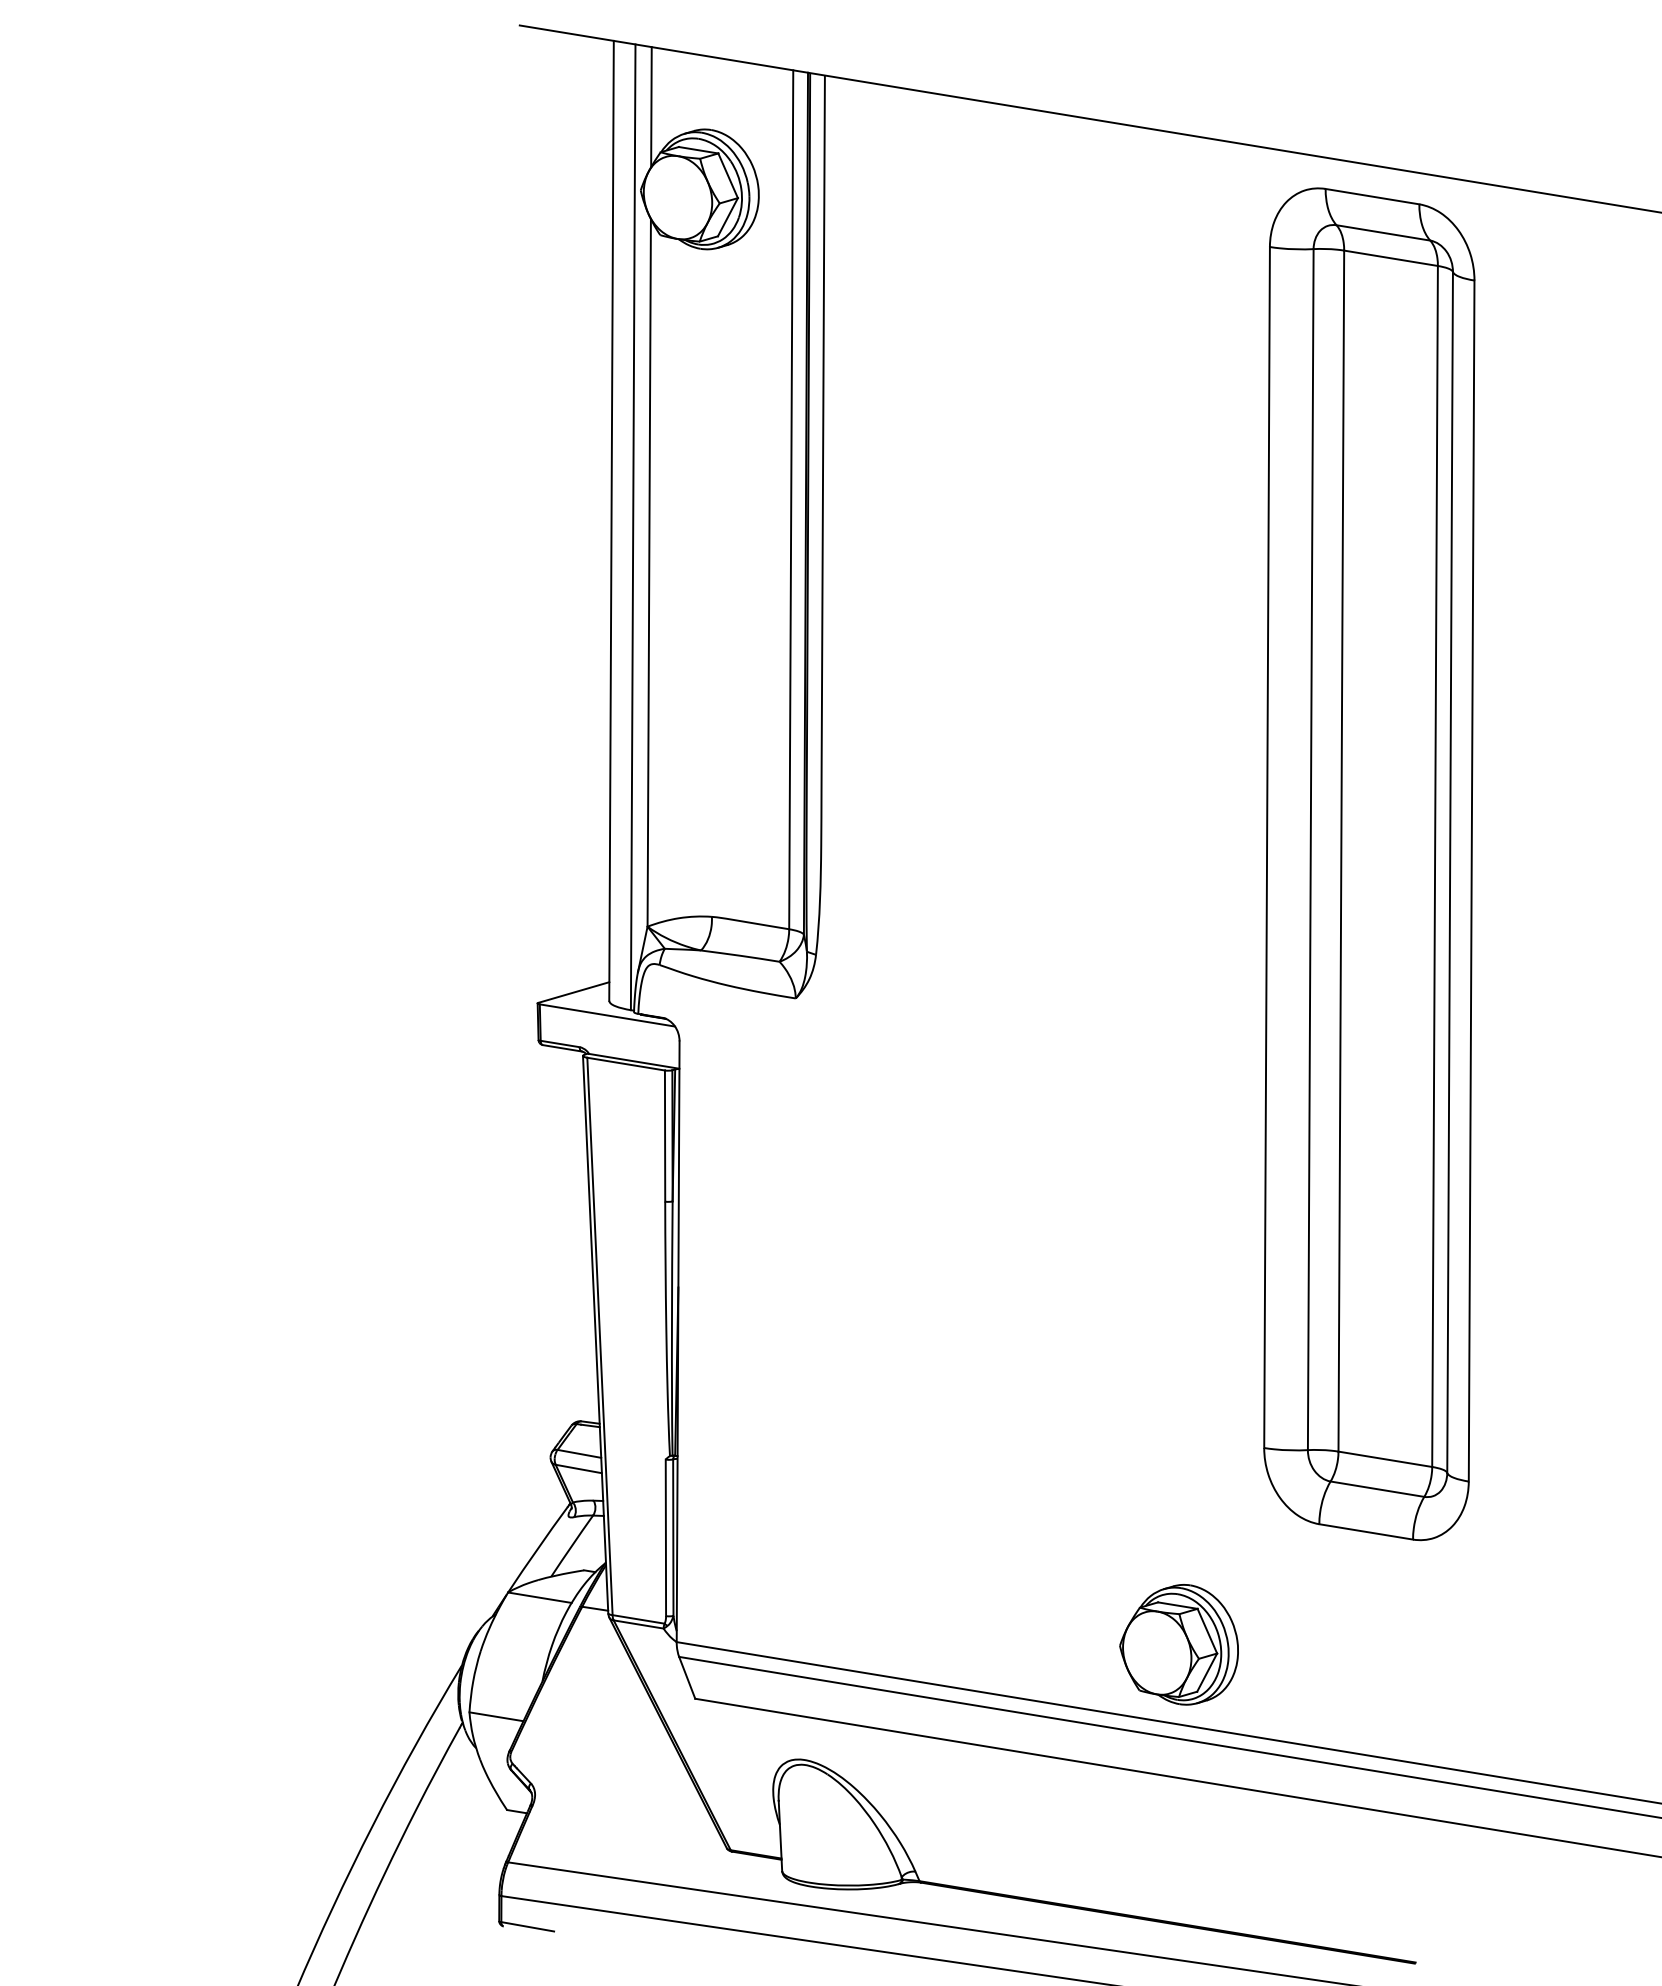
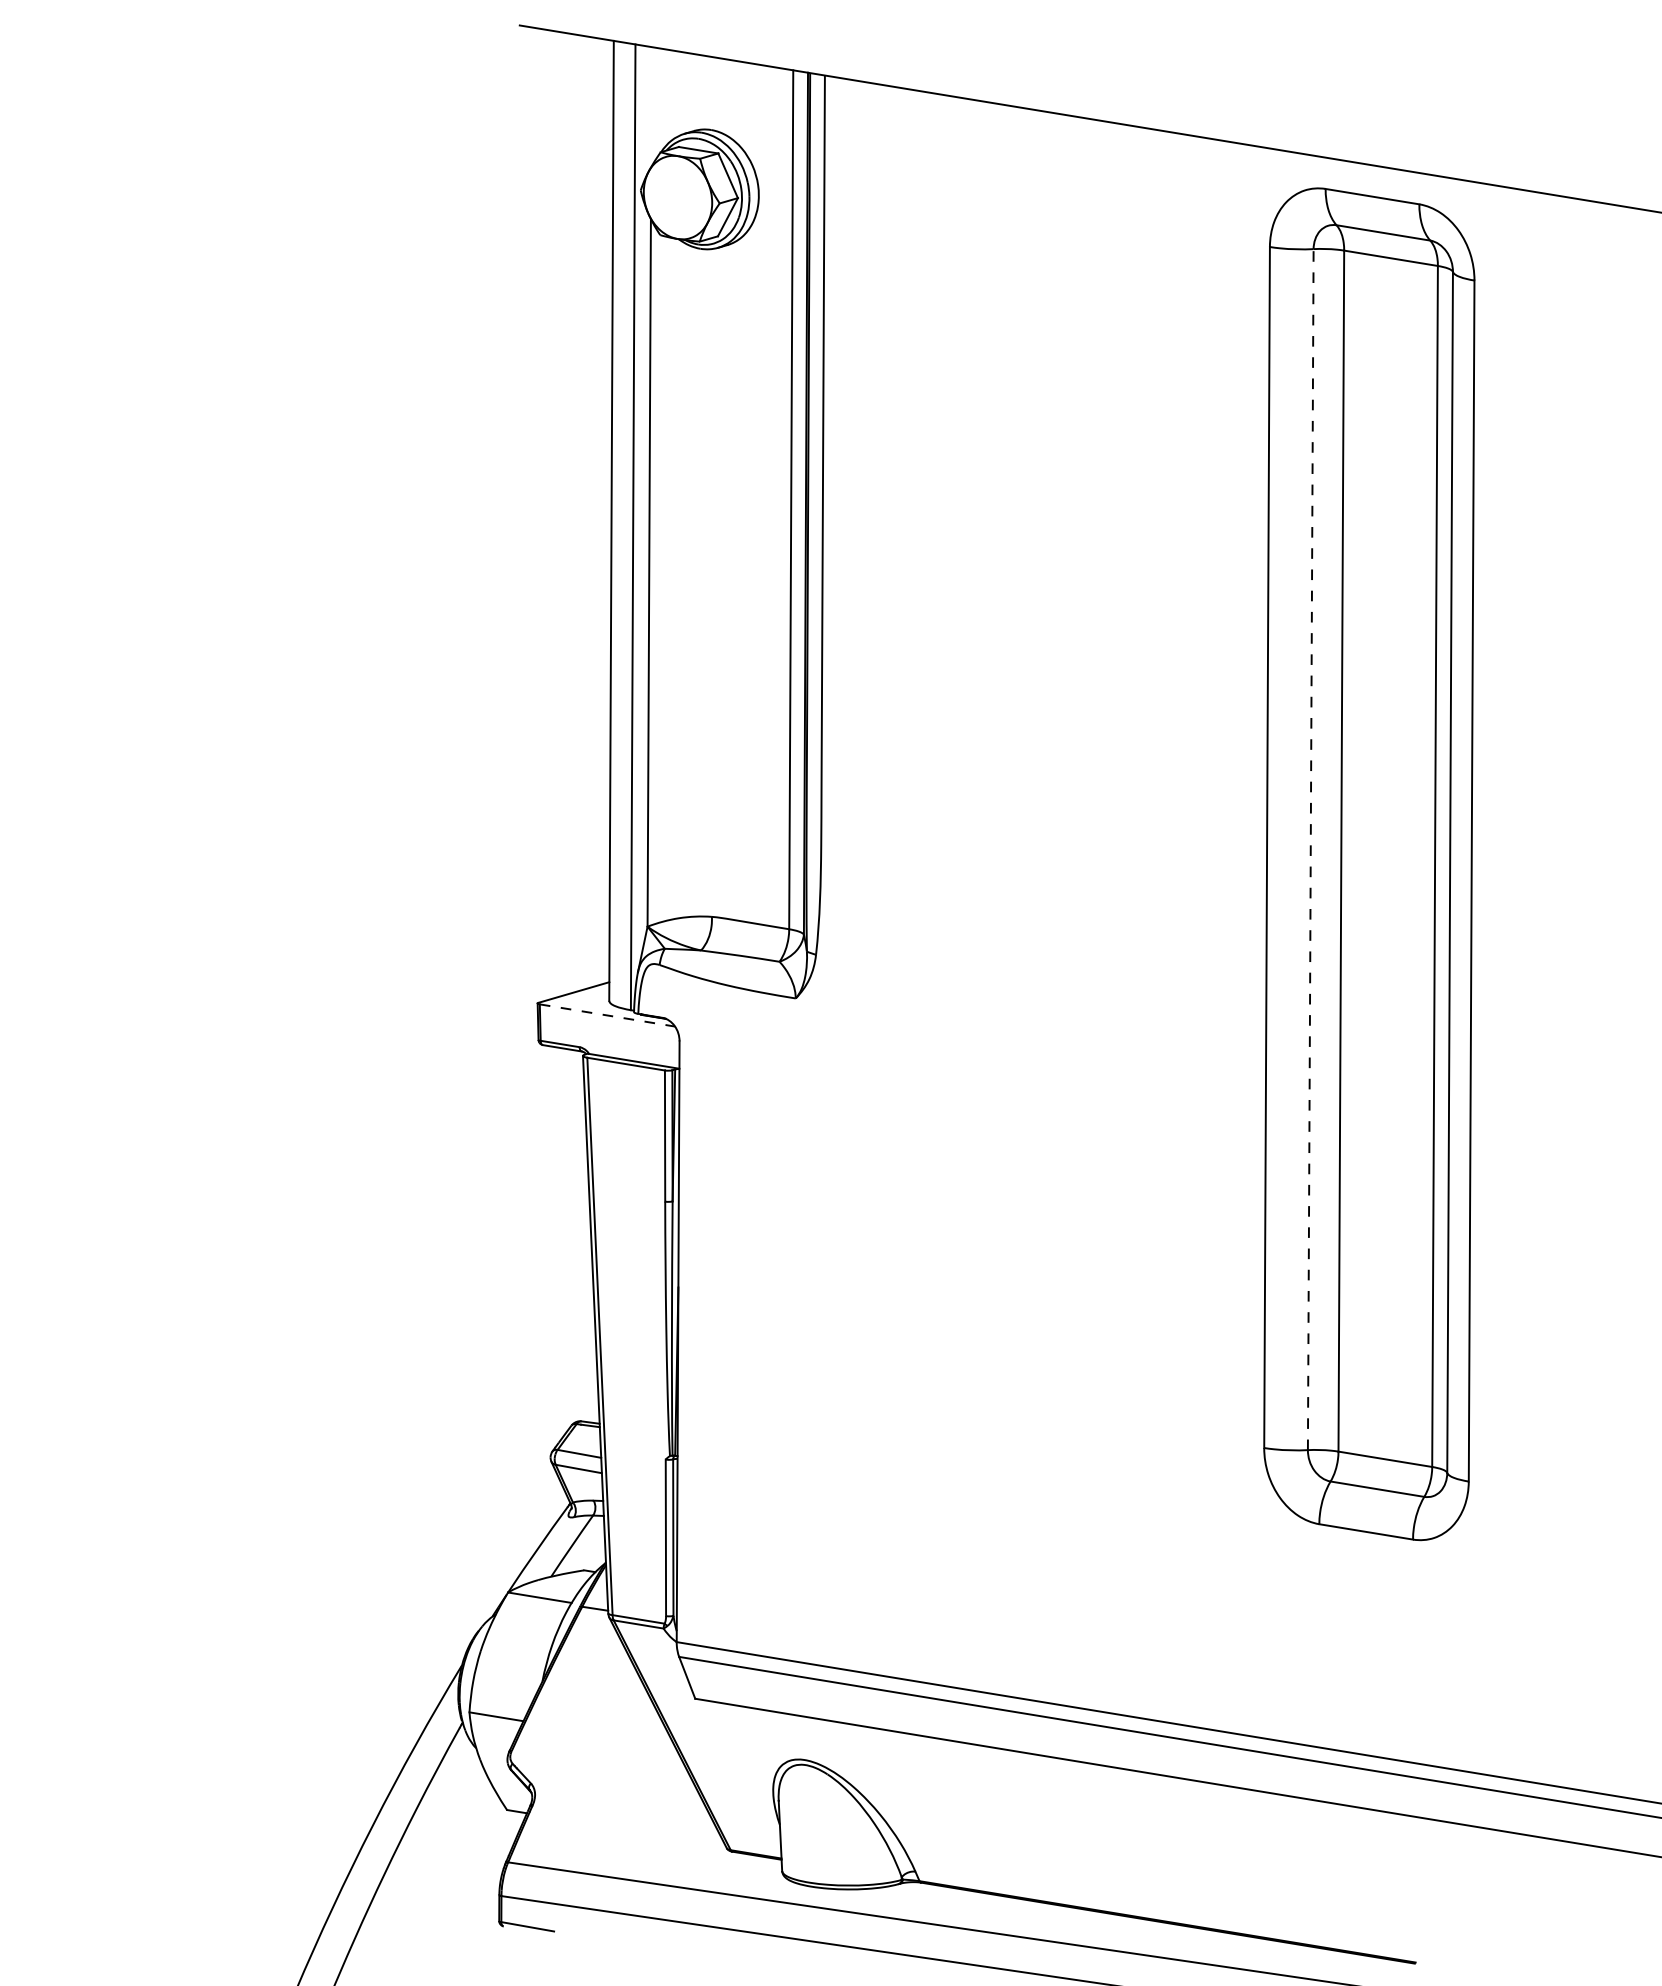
line at (651, 107): present -> none
line at (1310, 849): solid -> dashed
line at (607, 1015): solid -> dashed
part at (1178, 1644): present -> none
